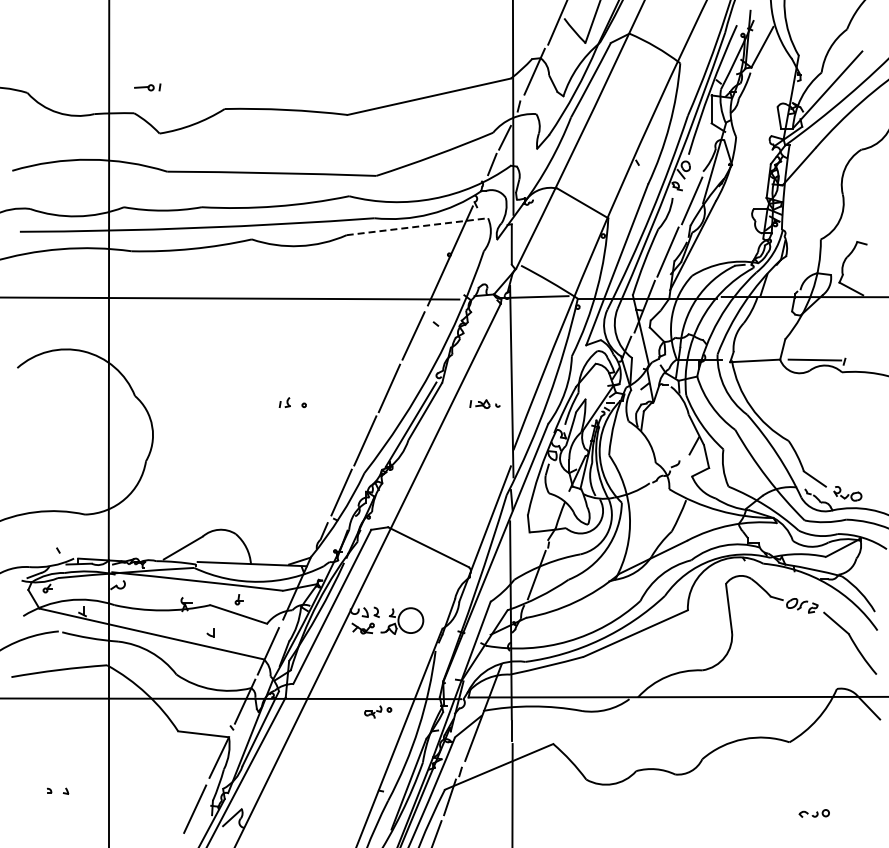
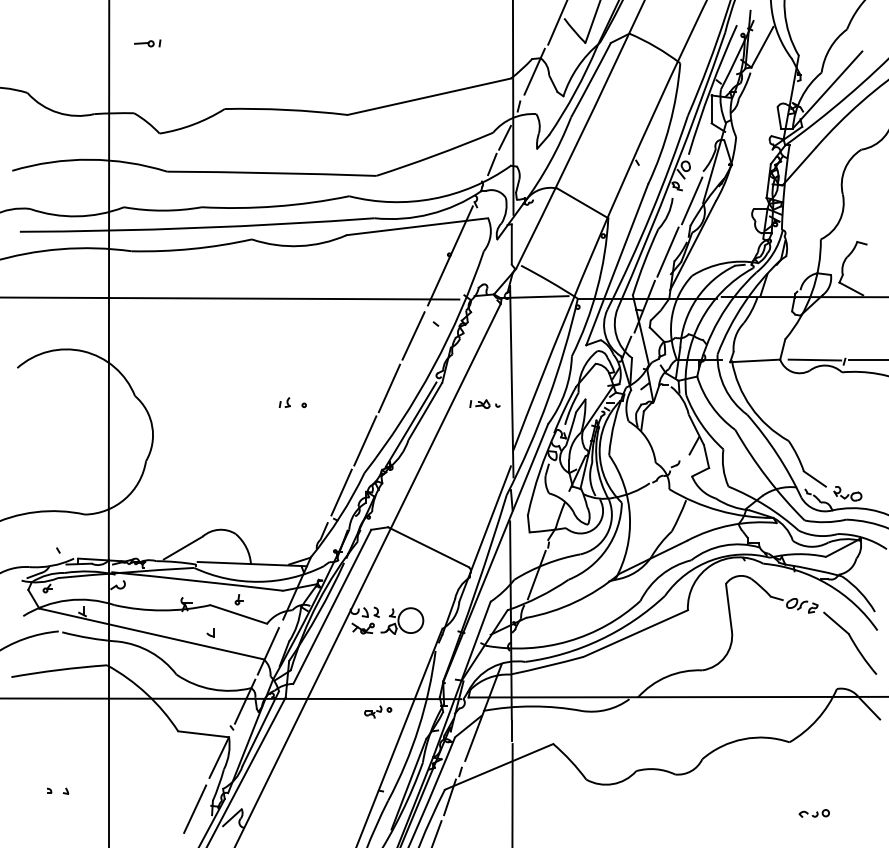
part at (147, 87) position: (147, 87) -> (147, 43)
line at (417, 226): dashed -> solid
line at (866, 360): none -> present
